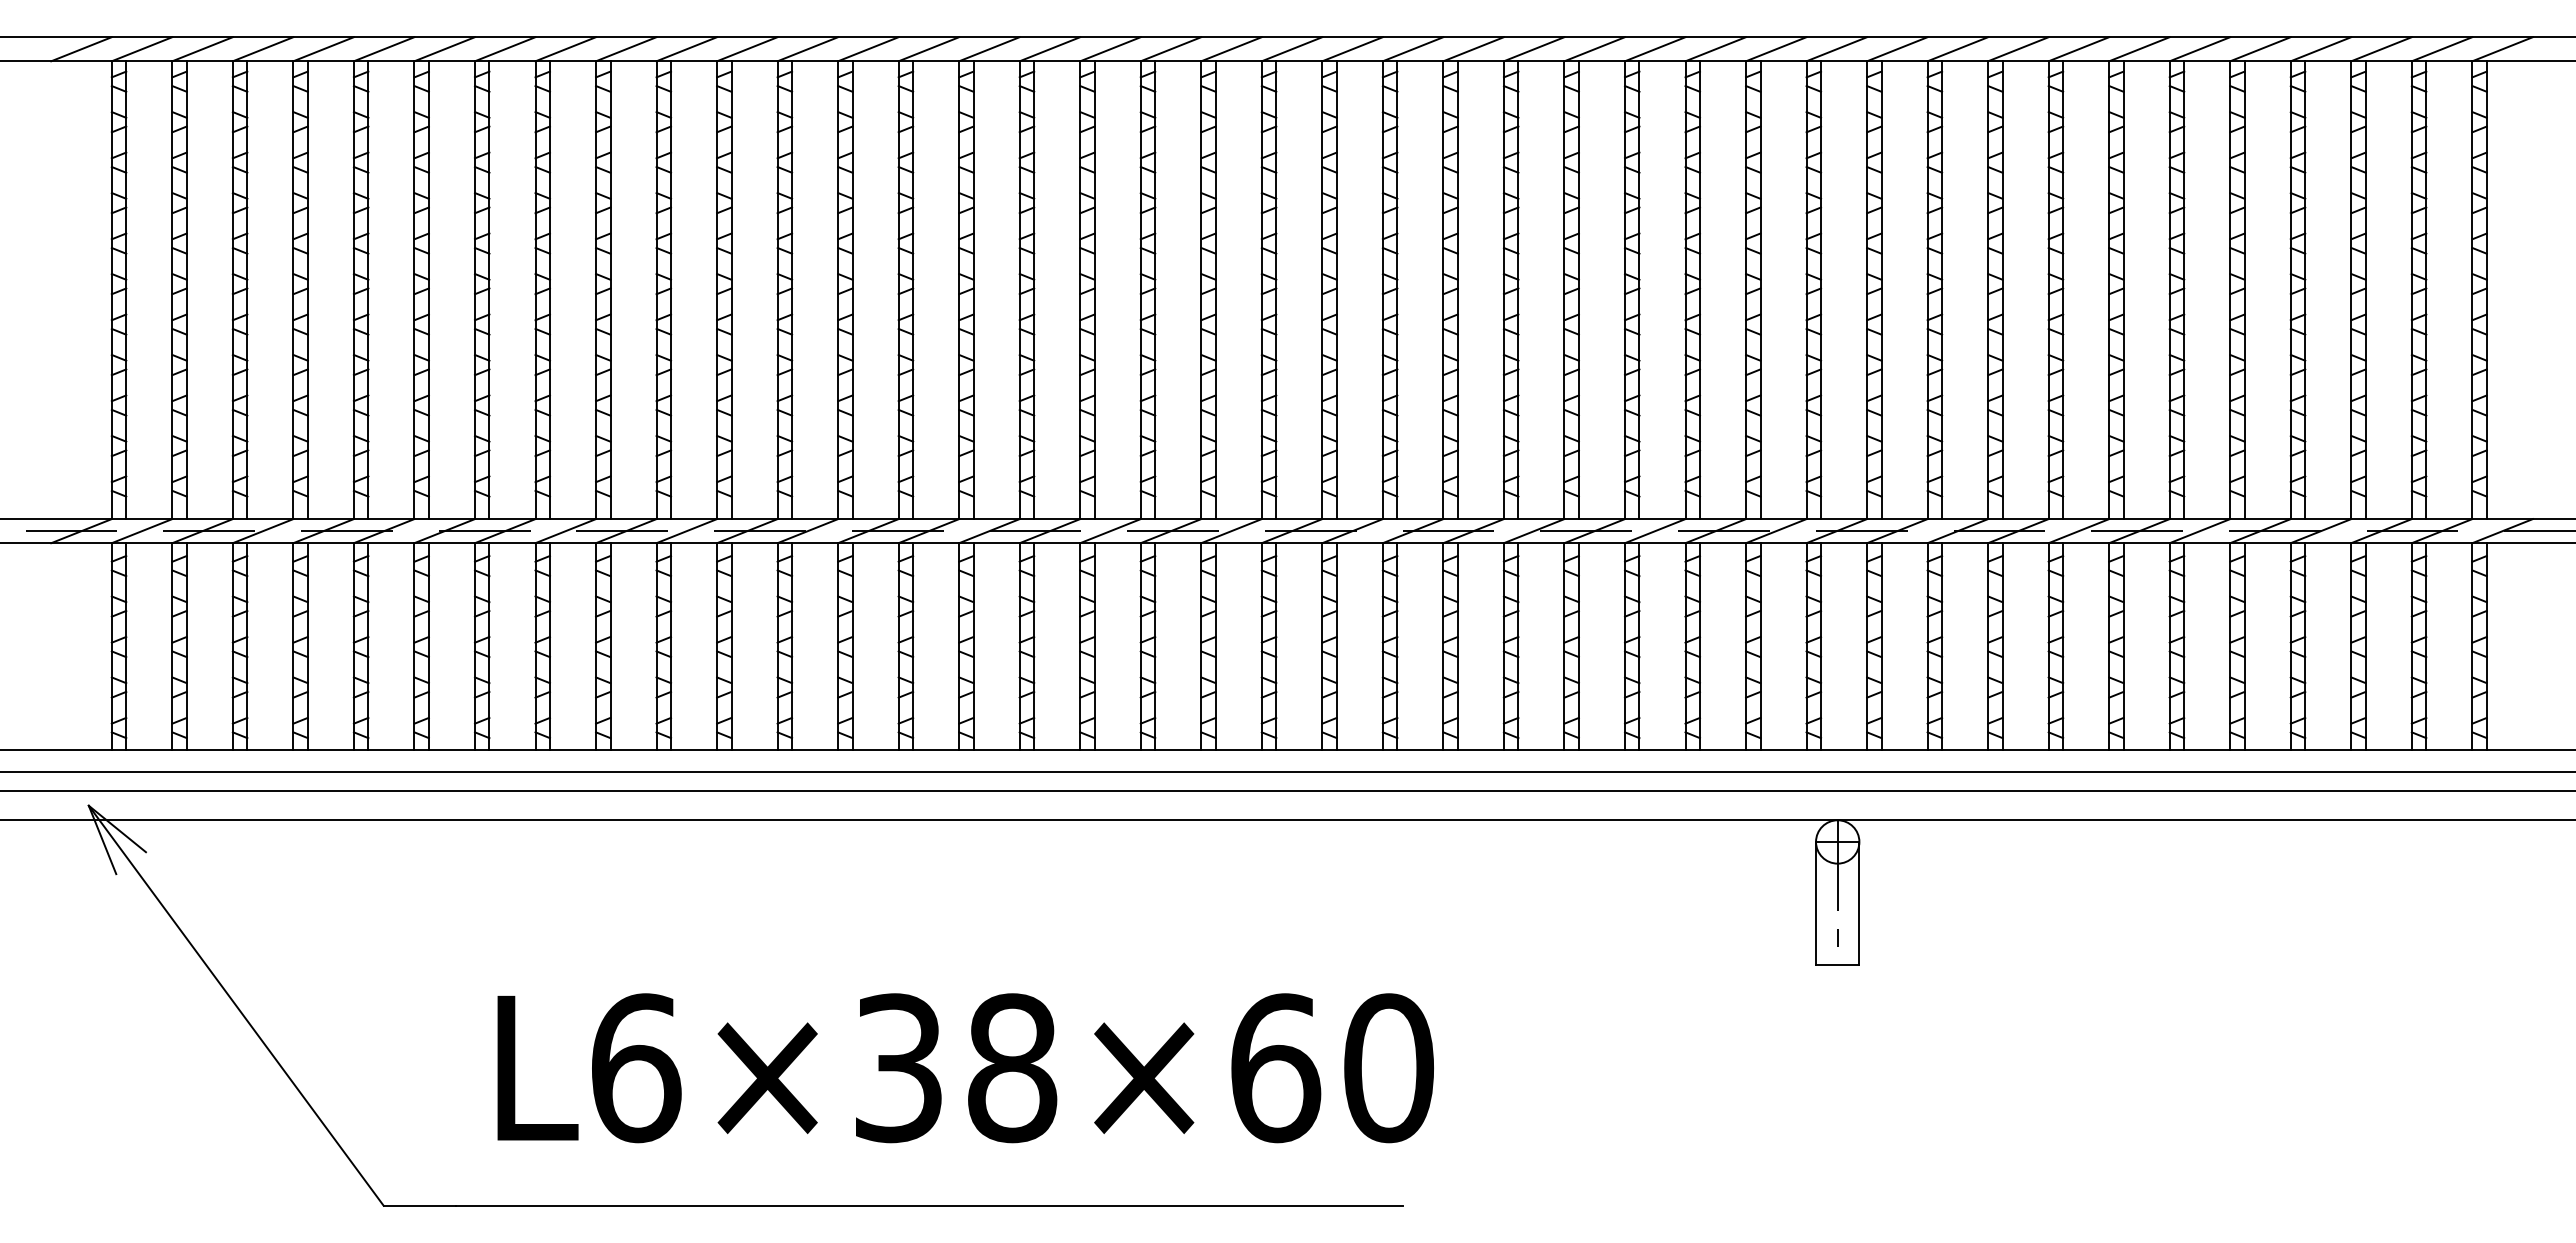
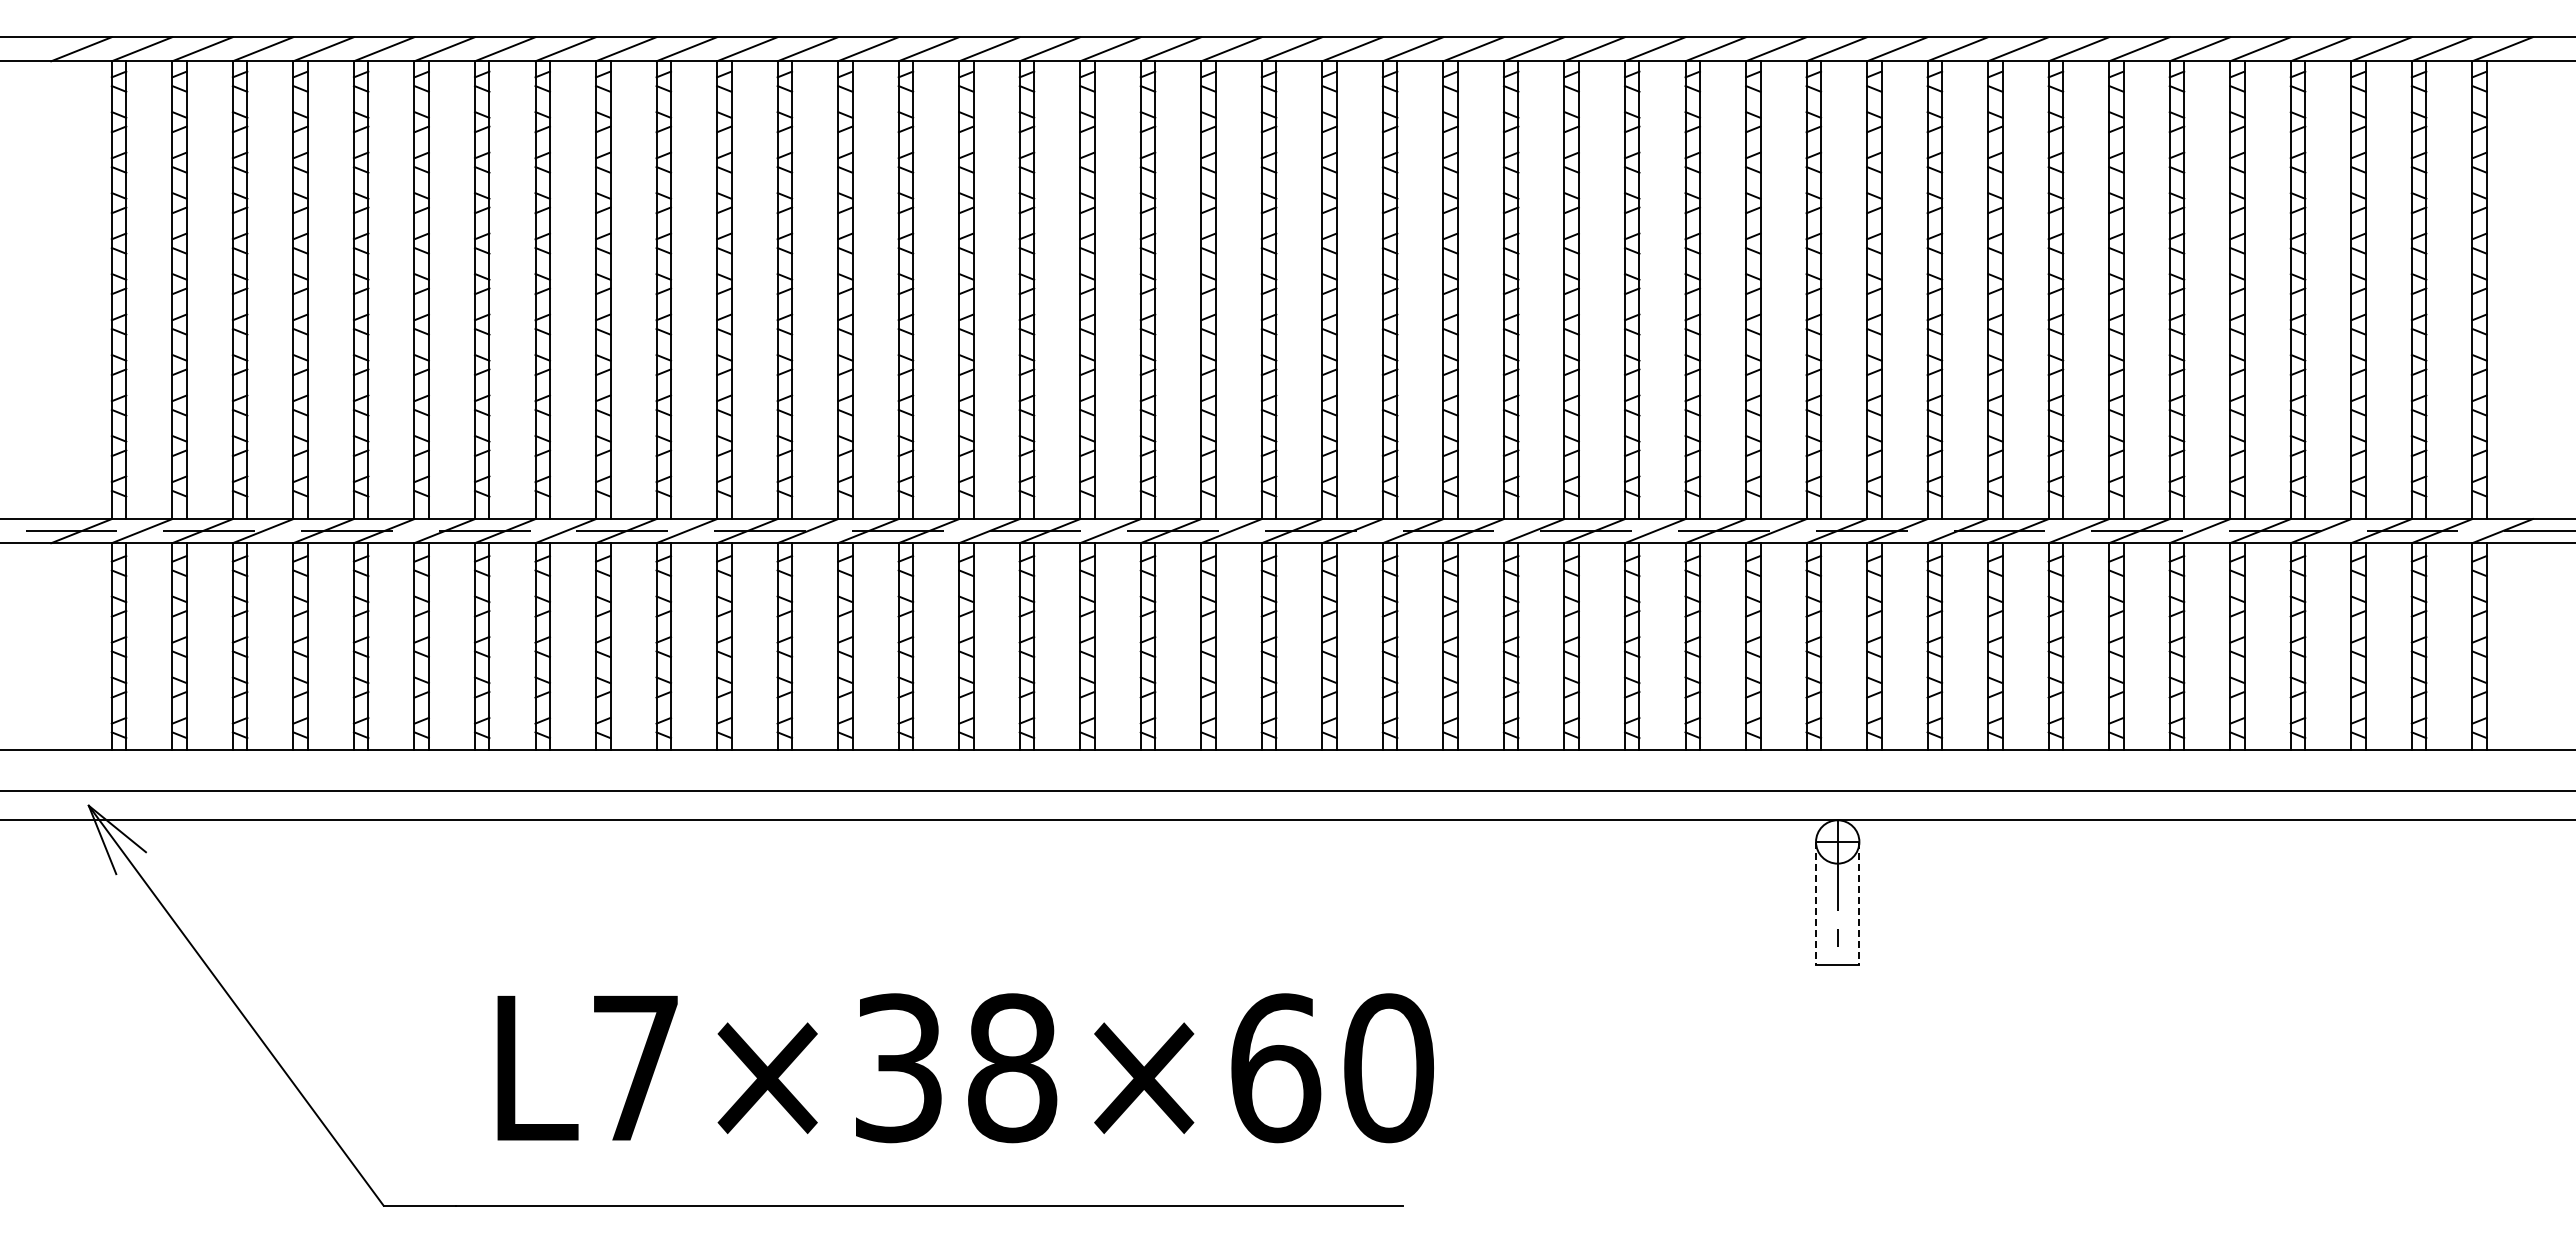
line at (1287, 772): present -> none
line at (1816, 903): solid -> dashed
line at (1859, 903): solid -> dashed
text at (636, 1068): L6×38×60 -> L7×38×60
